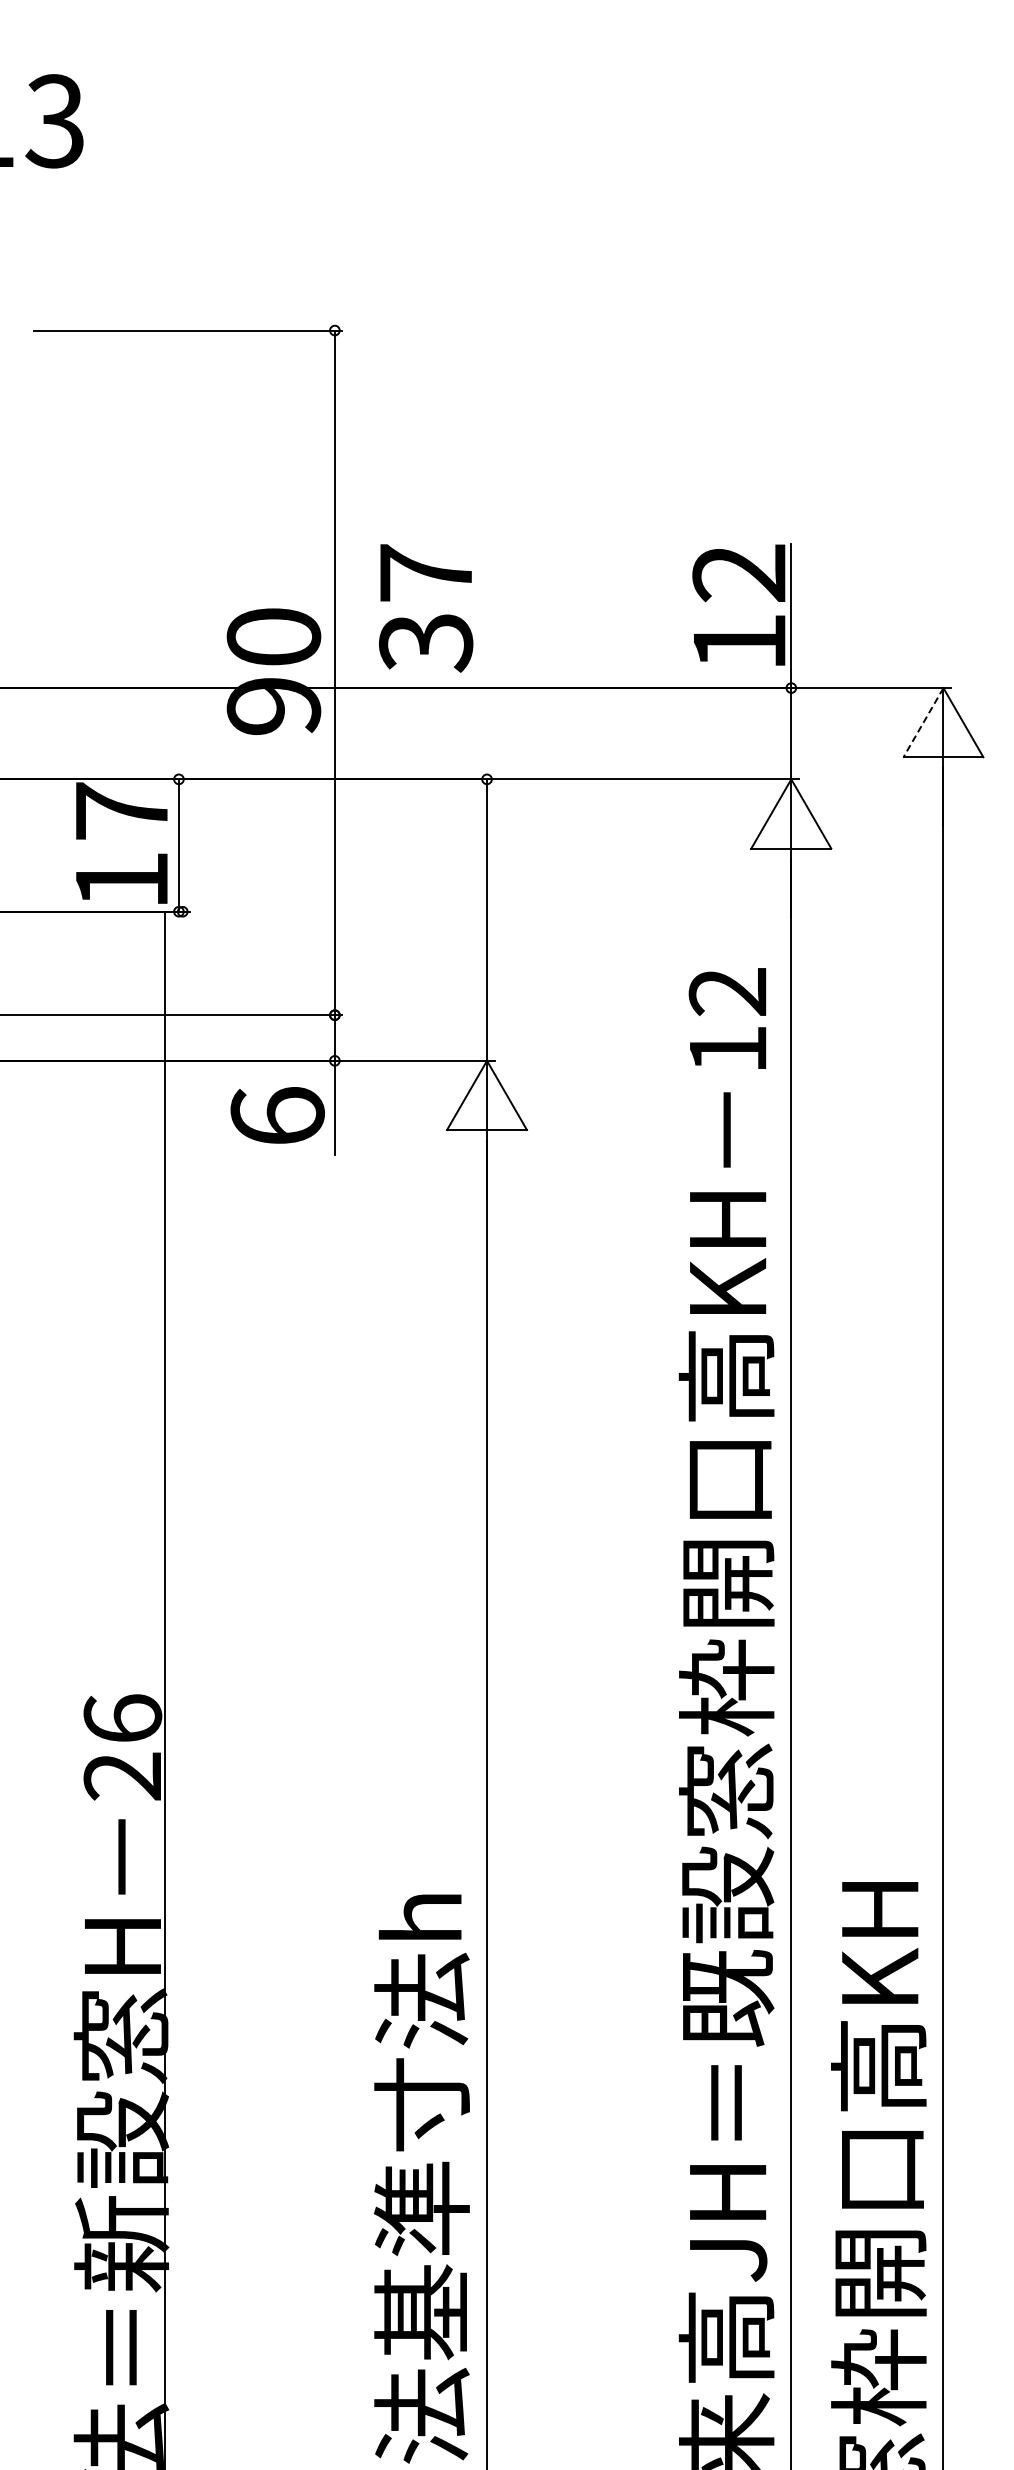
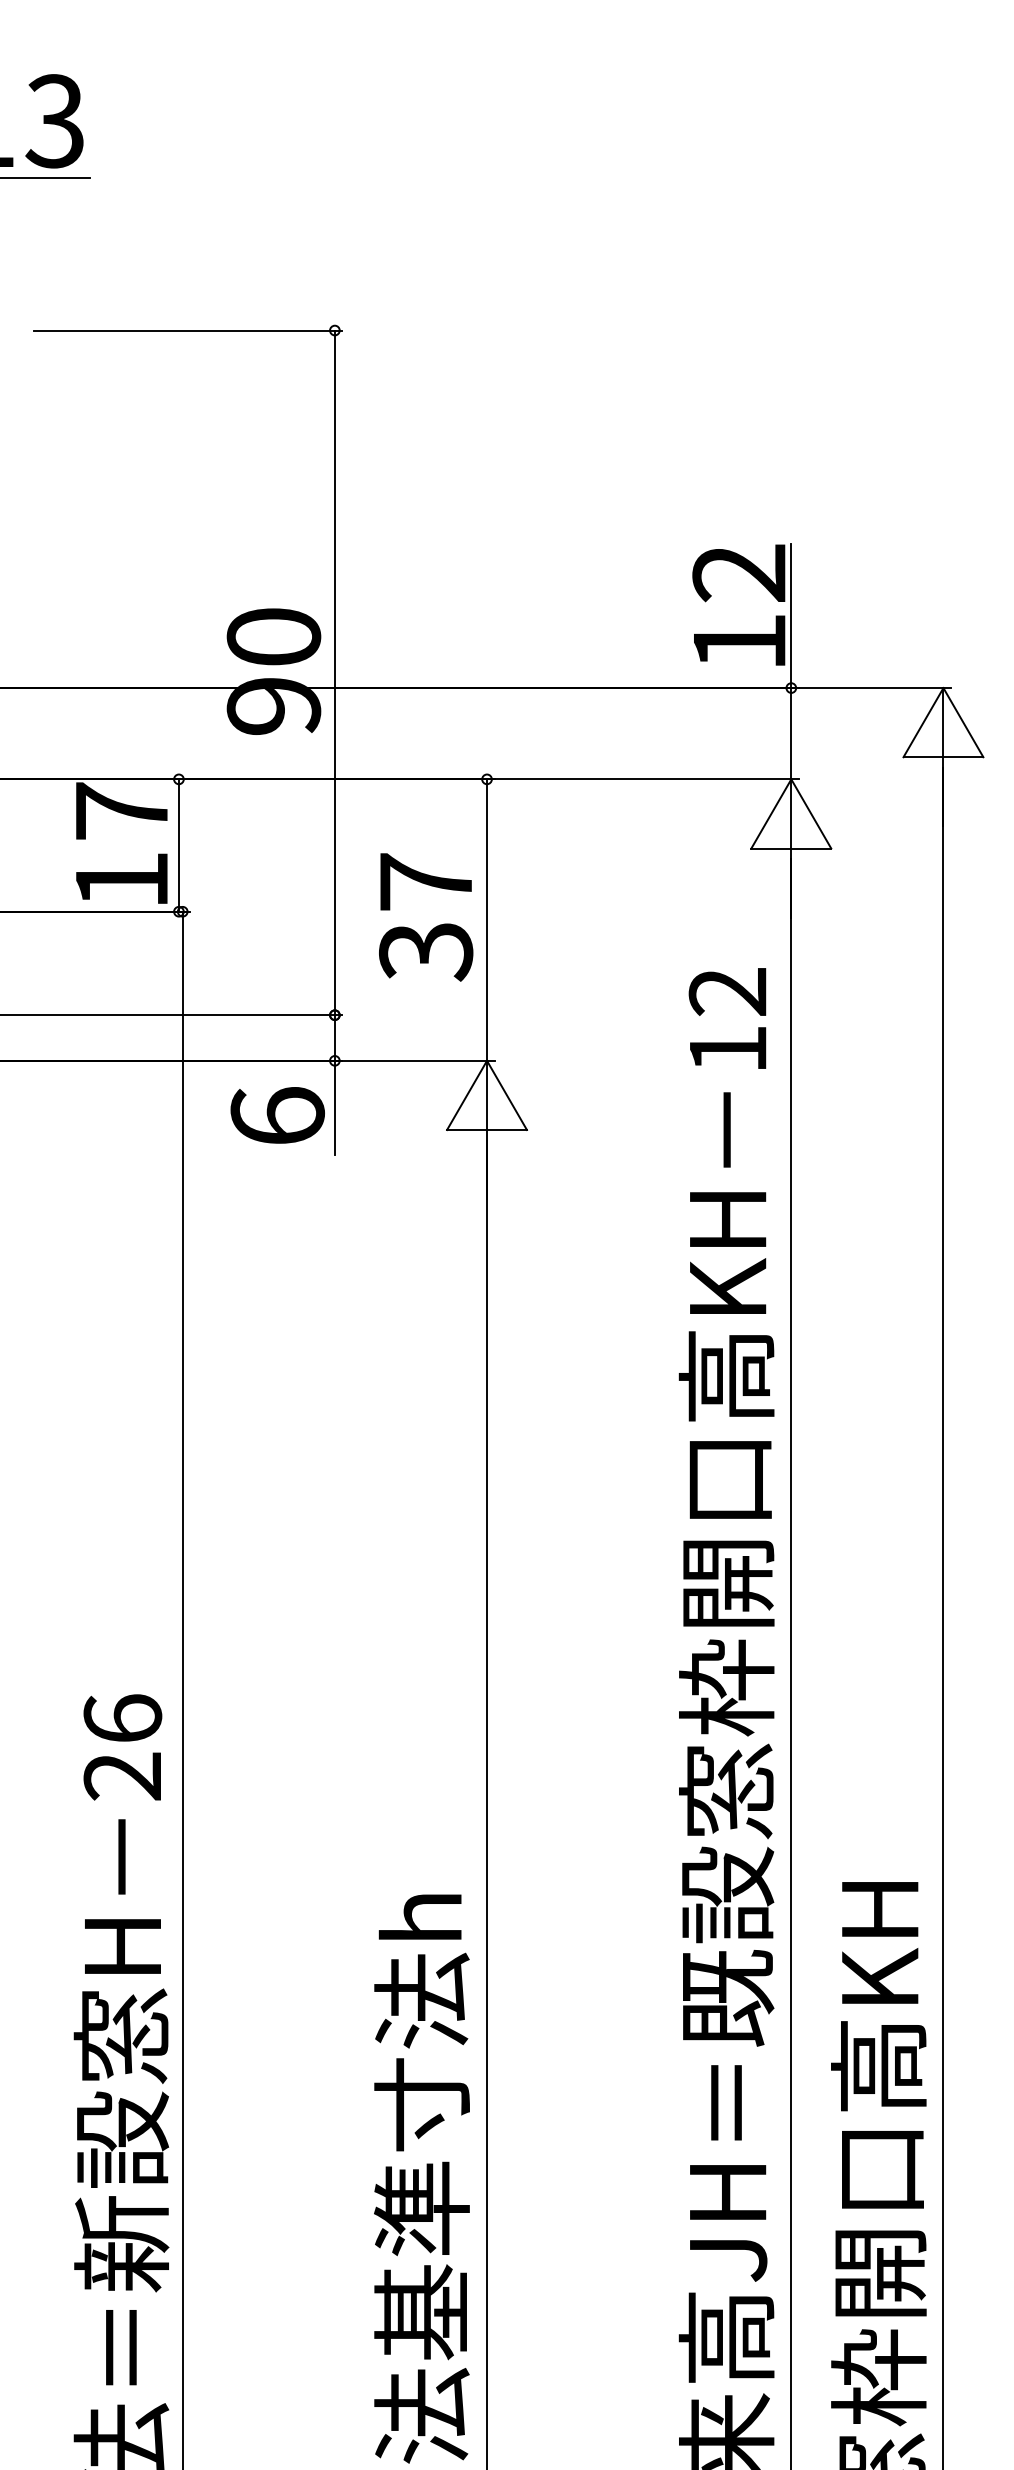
line at (45, 178): none -> present
text at (426, 608) position: (426, 608) -> (426, 917)
line at (923, 722): dashed -> solid
line at (164, 1688) position: (164, 1688) -> (182, 1688)
